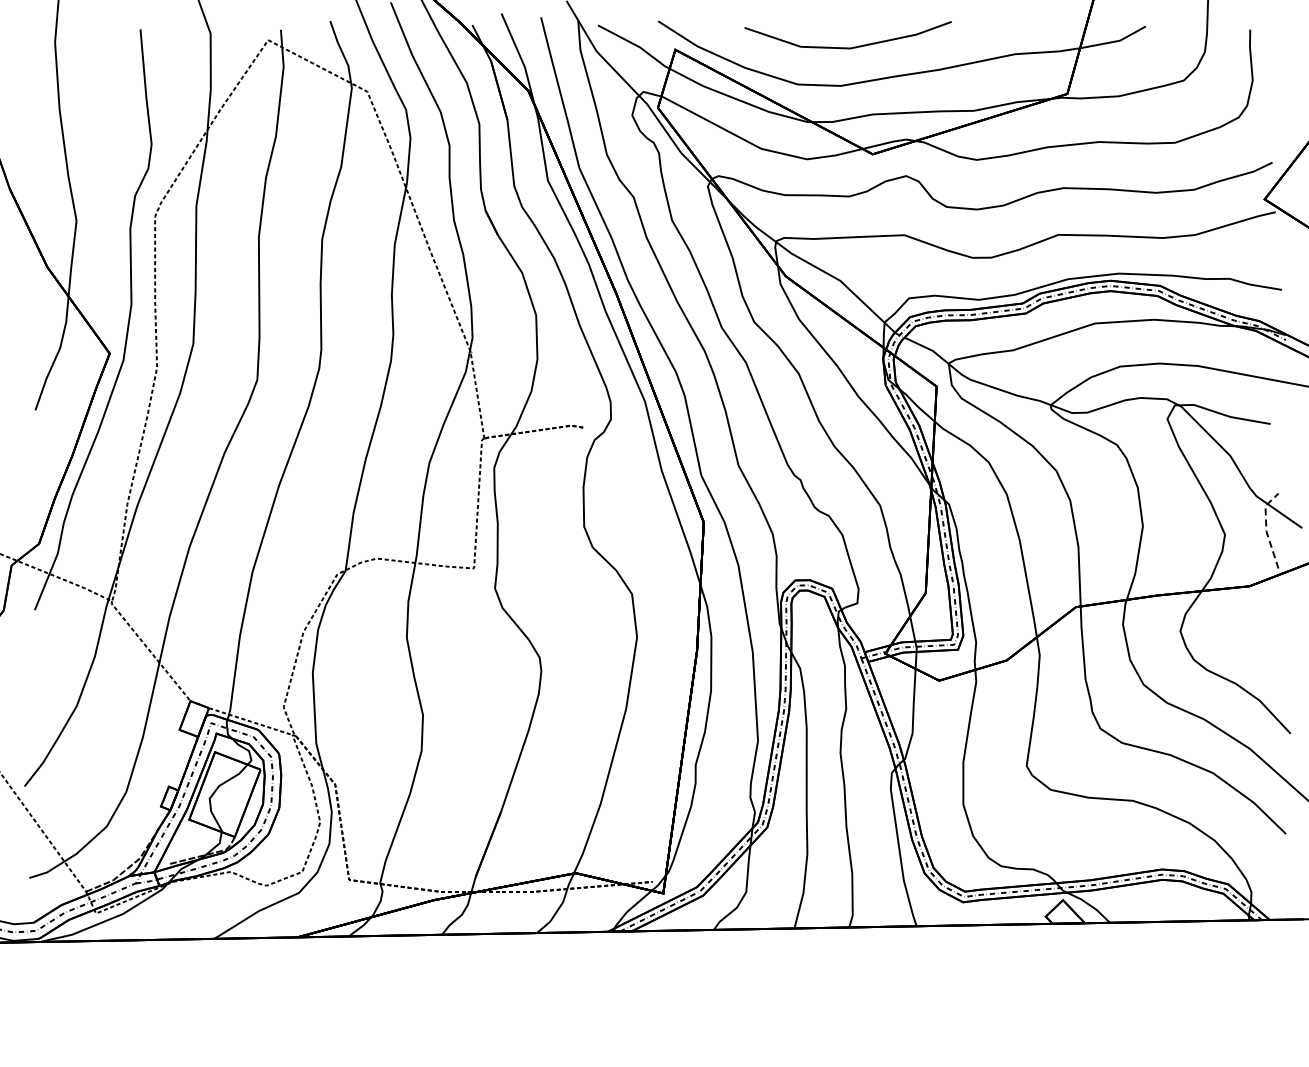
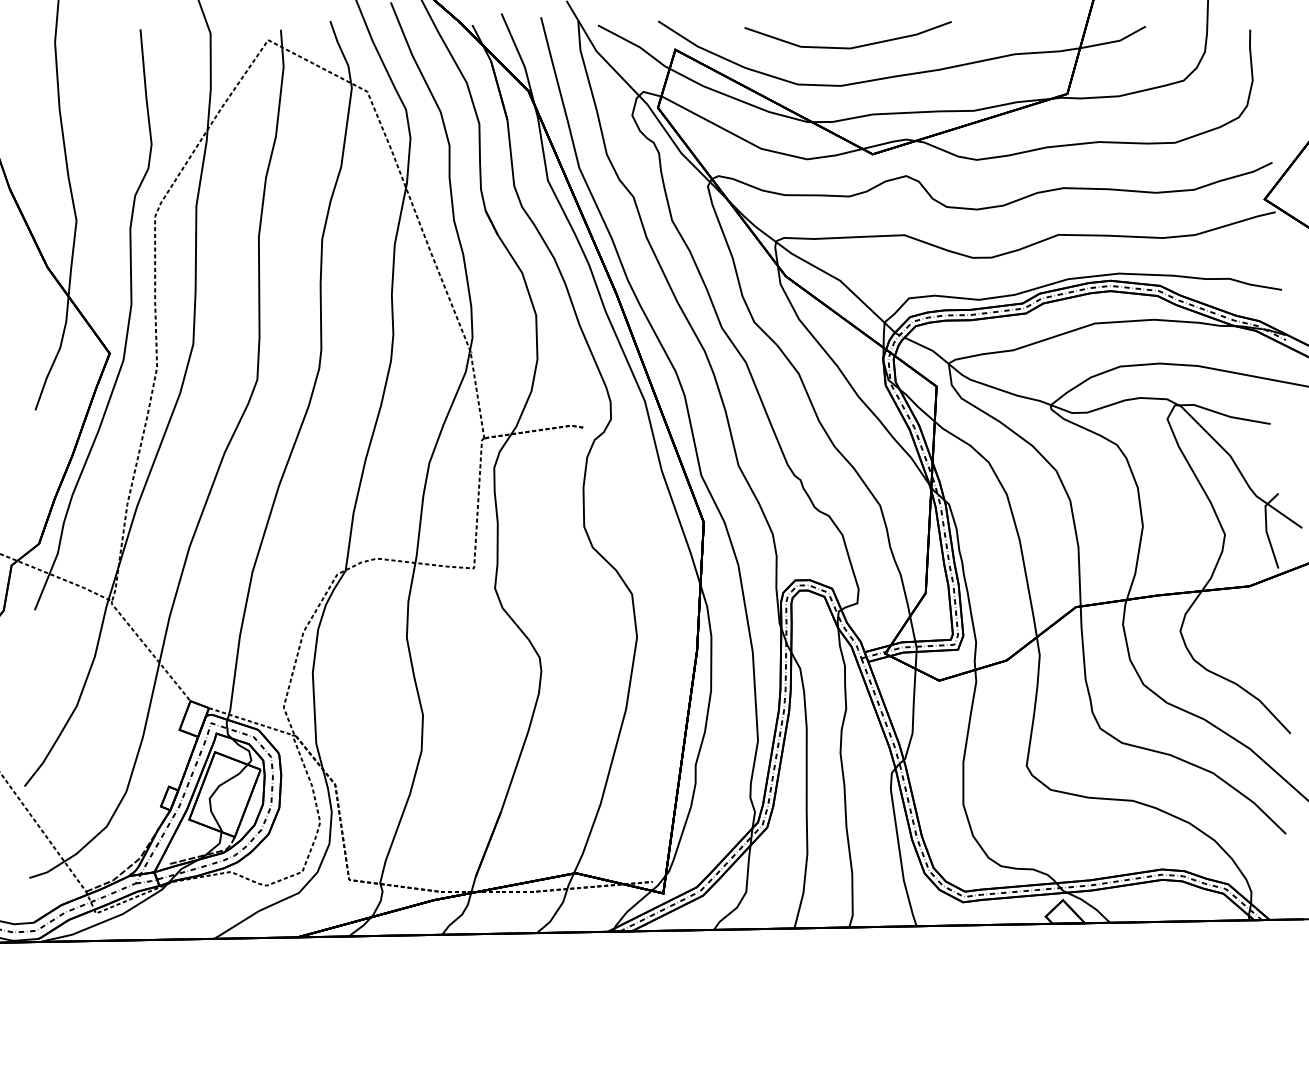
line at (1266, 528): dashed -> solid
